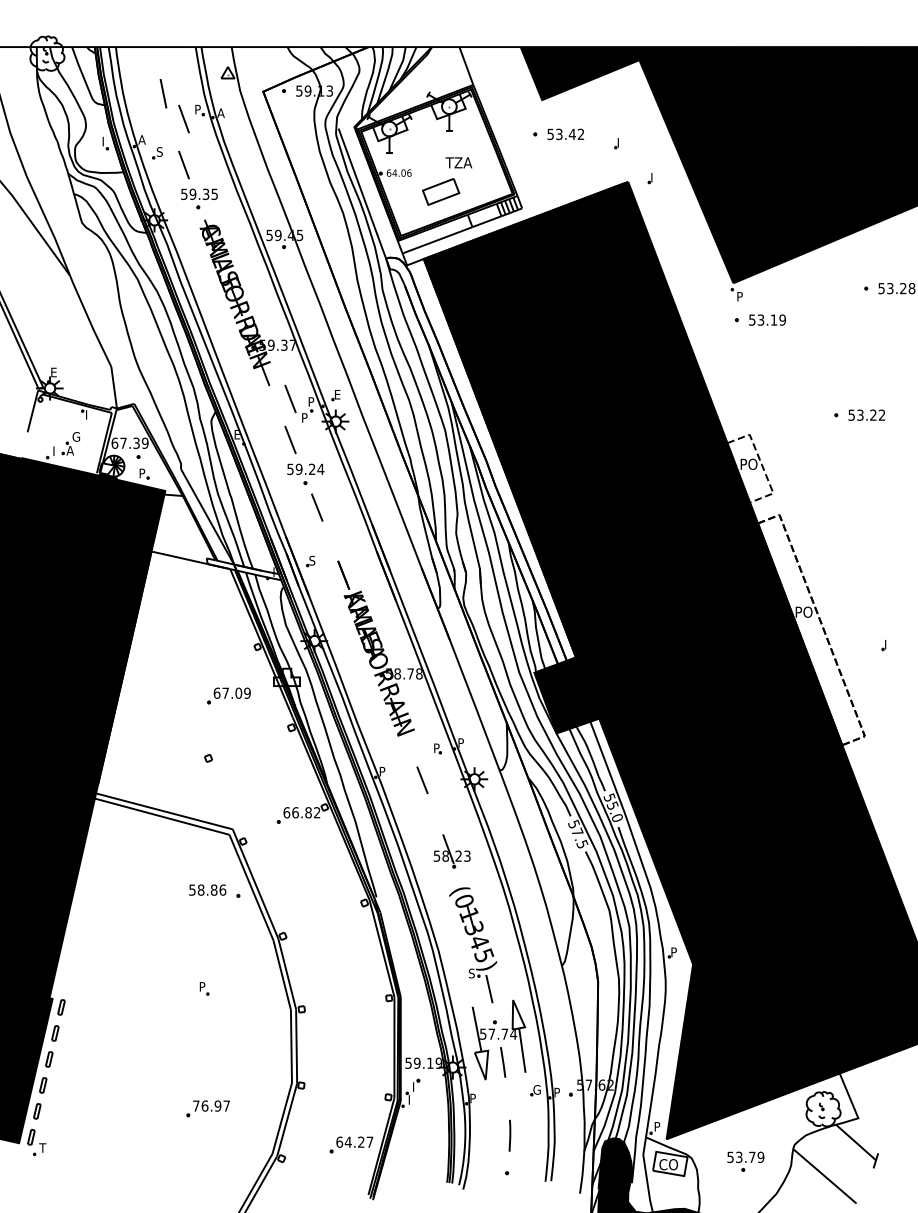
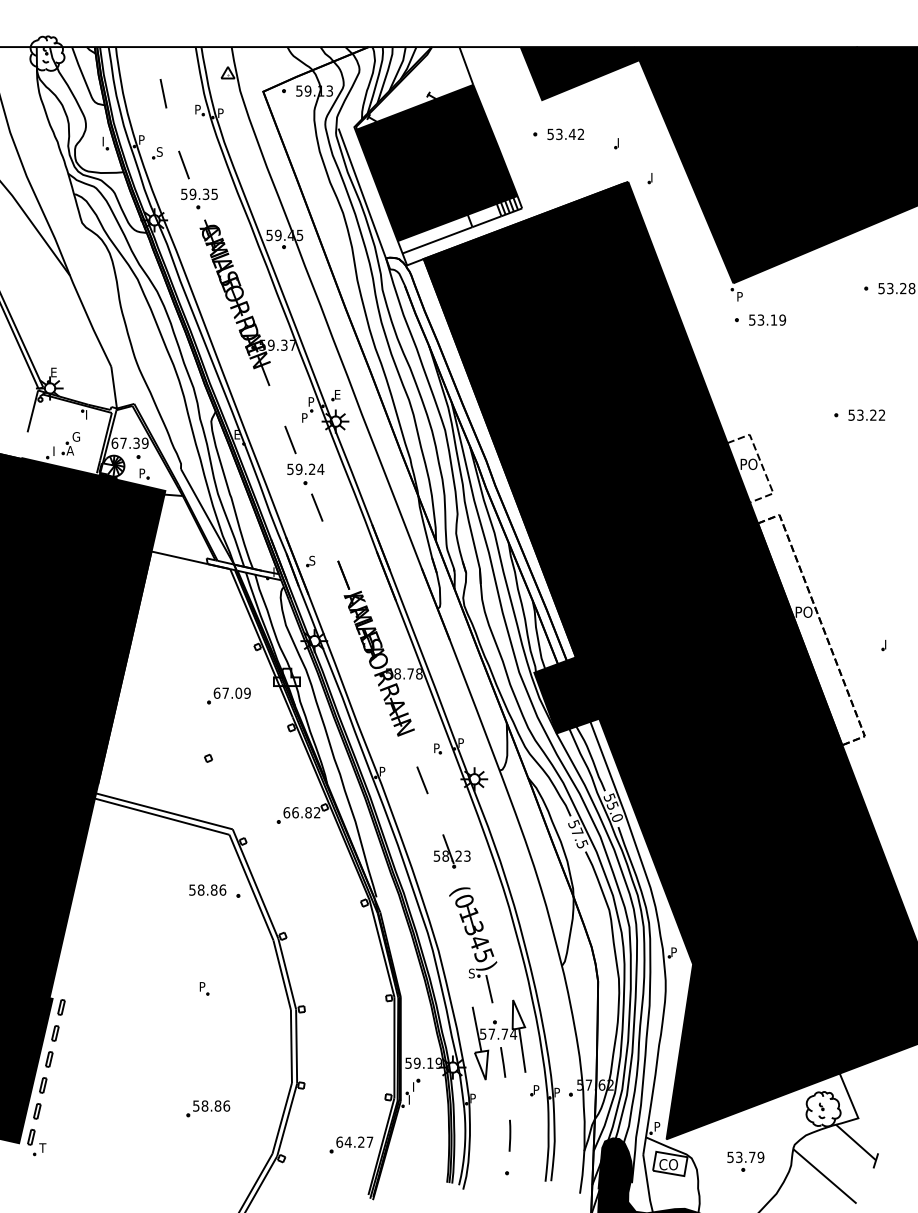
text at (220, 112): A -> P
line at (183, 118): present -> none
text at (141, 139): A -> P
fill at (436, 162): none -> present
line at (290, 398): present -> none
text at (536, 1089): G -> P
text at (211, 1105): 76.97 -> 58.86
